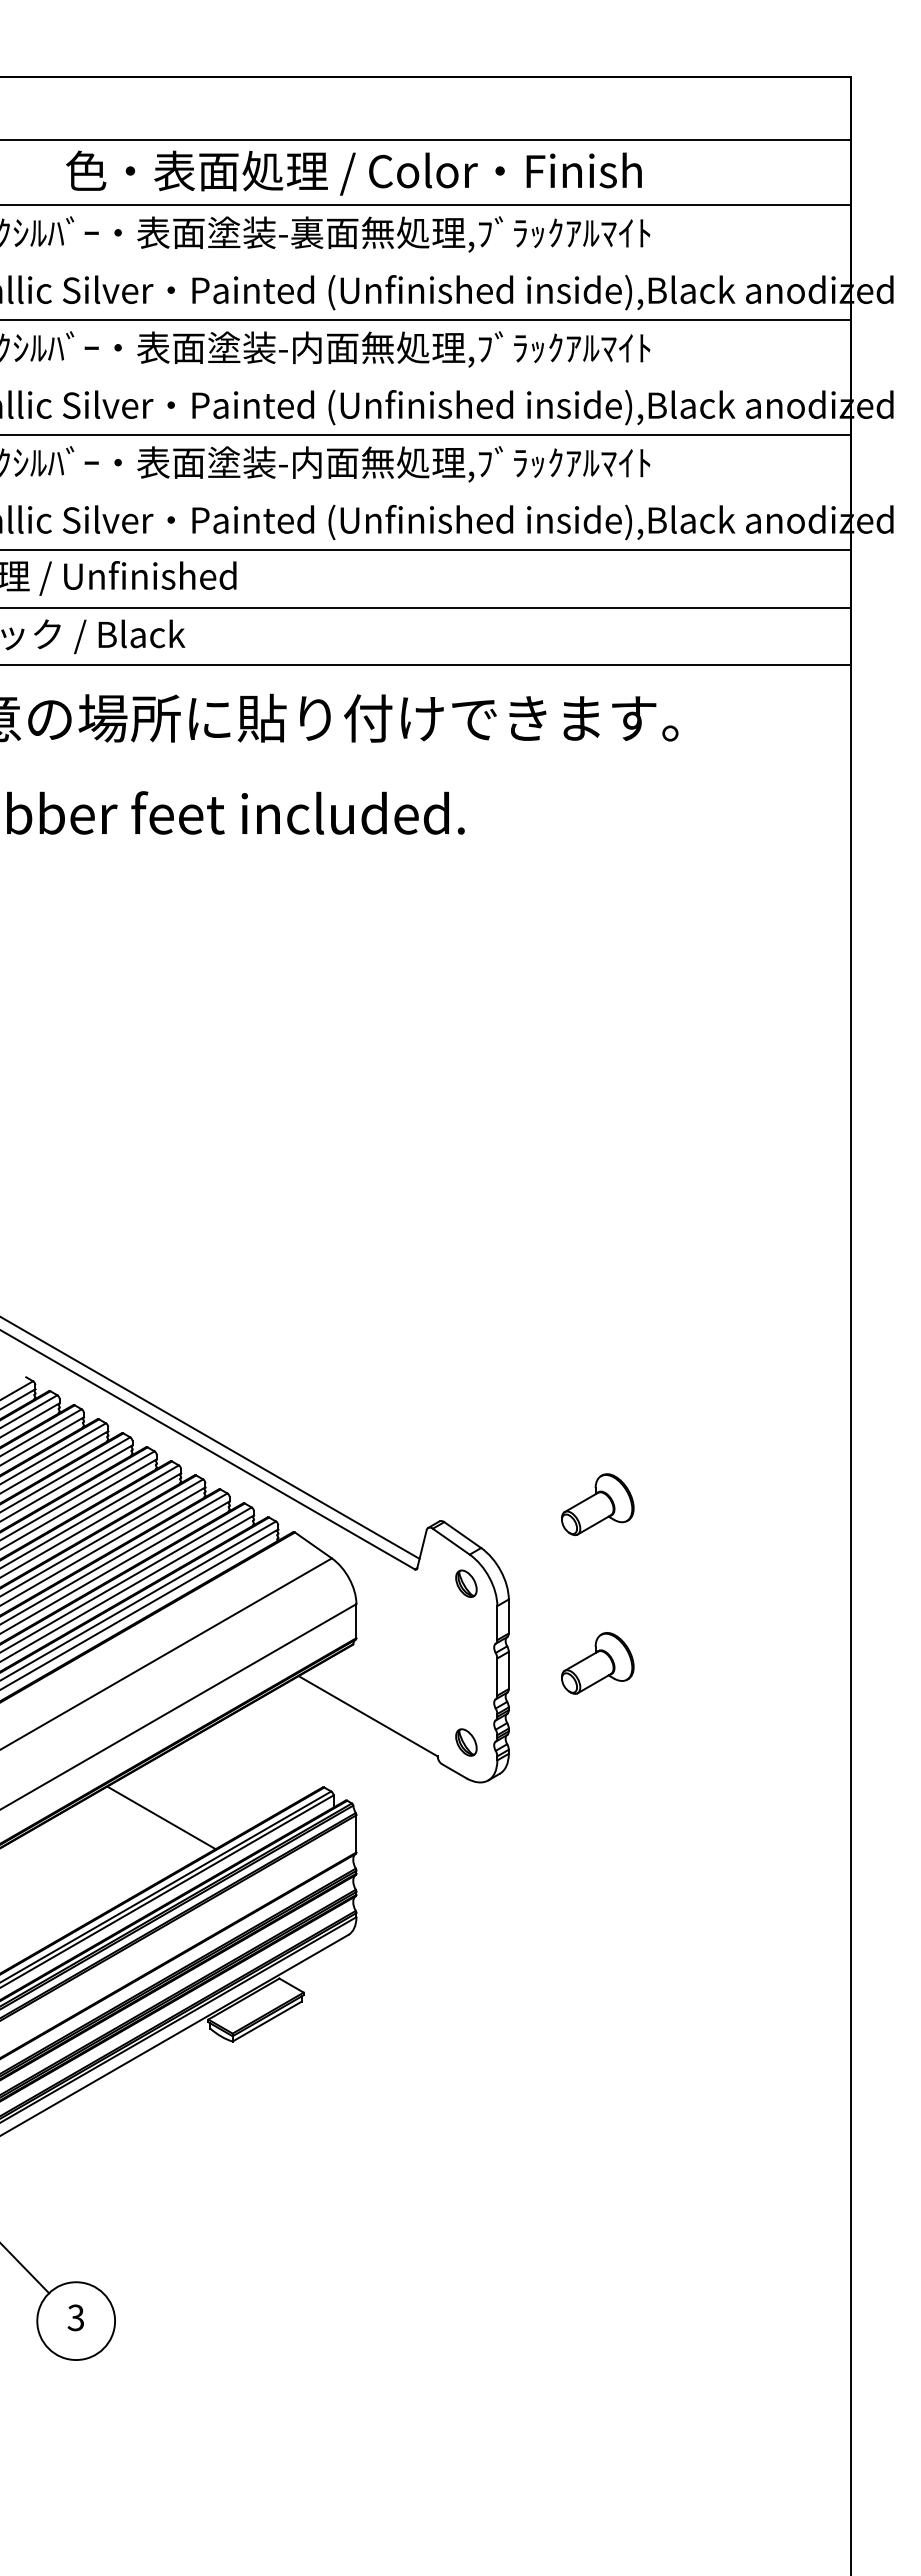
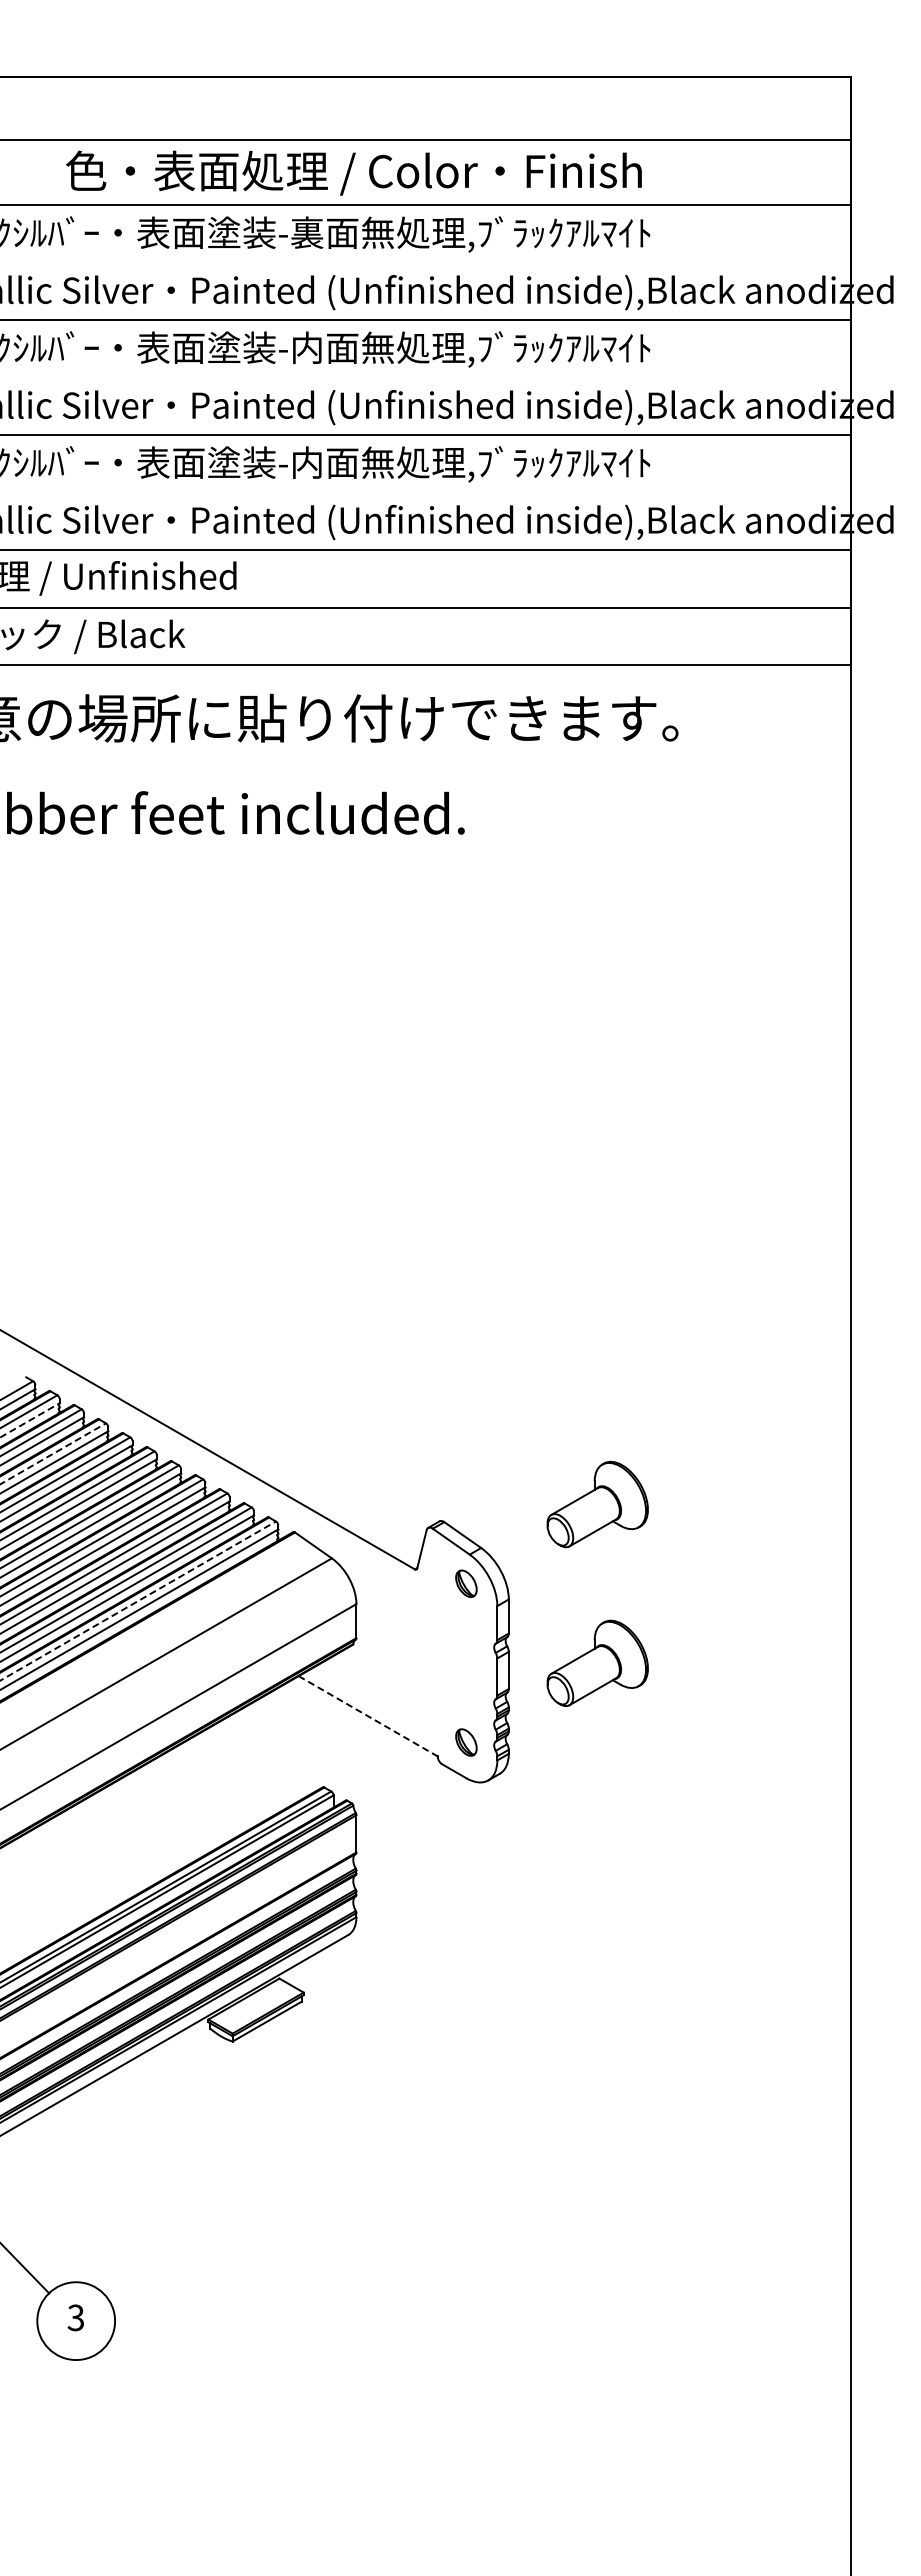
line at (30, 1420): solid -> dashed
line at (210, 1438): present -> none
line at (53, 1453): solid -> dashed
part at (597, 1504) size: 74x64 px -> 103x89 px
line at (138, 1600): solid -> dashed
part at (597, 1663) size: 74x63 px -> 103x88 px
line at (368, 1716): solid -> dashed
line at (161, 1817): present -> none
